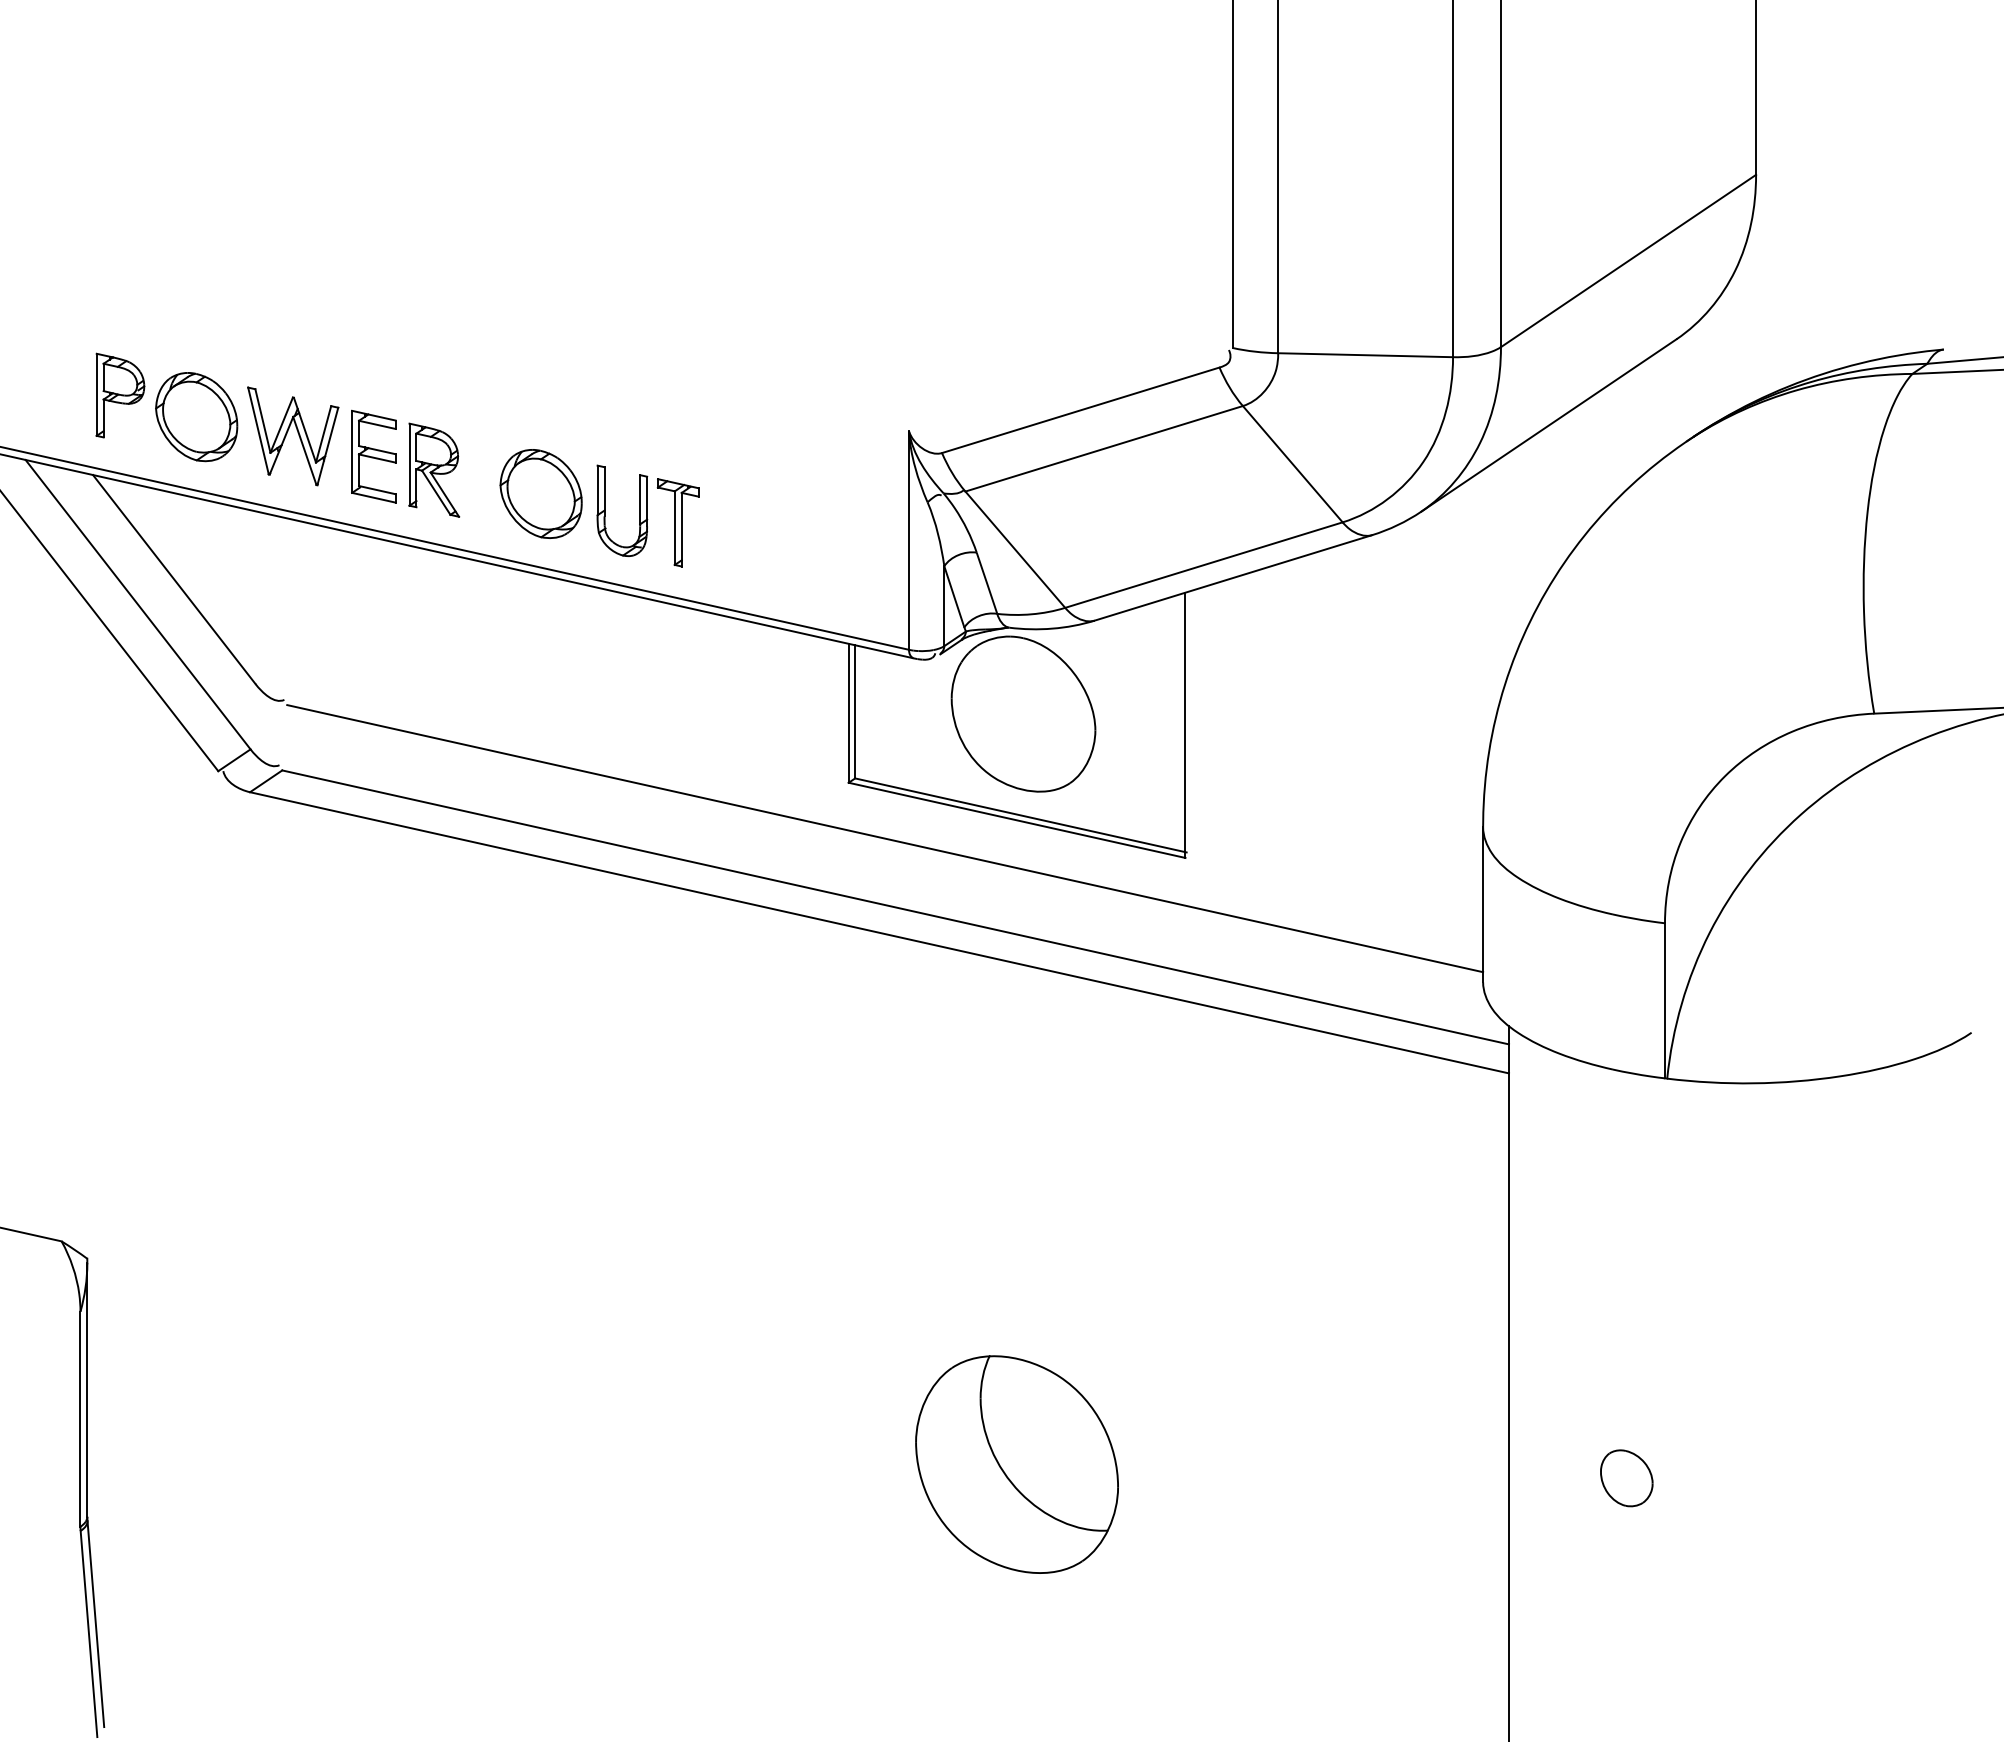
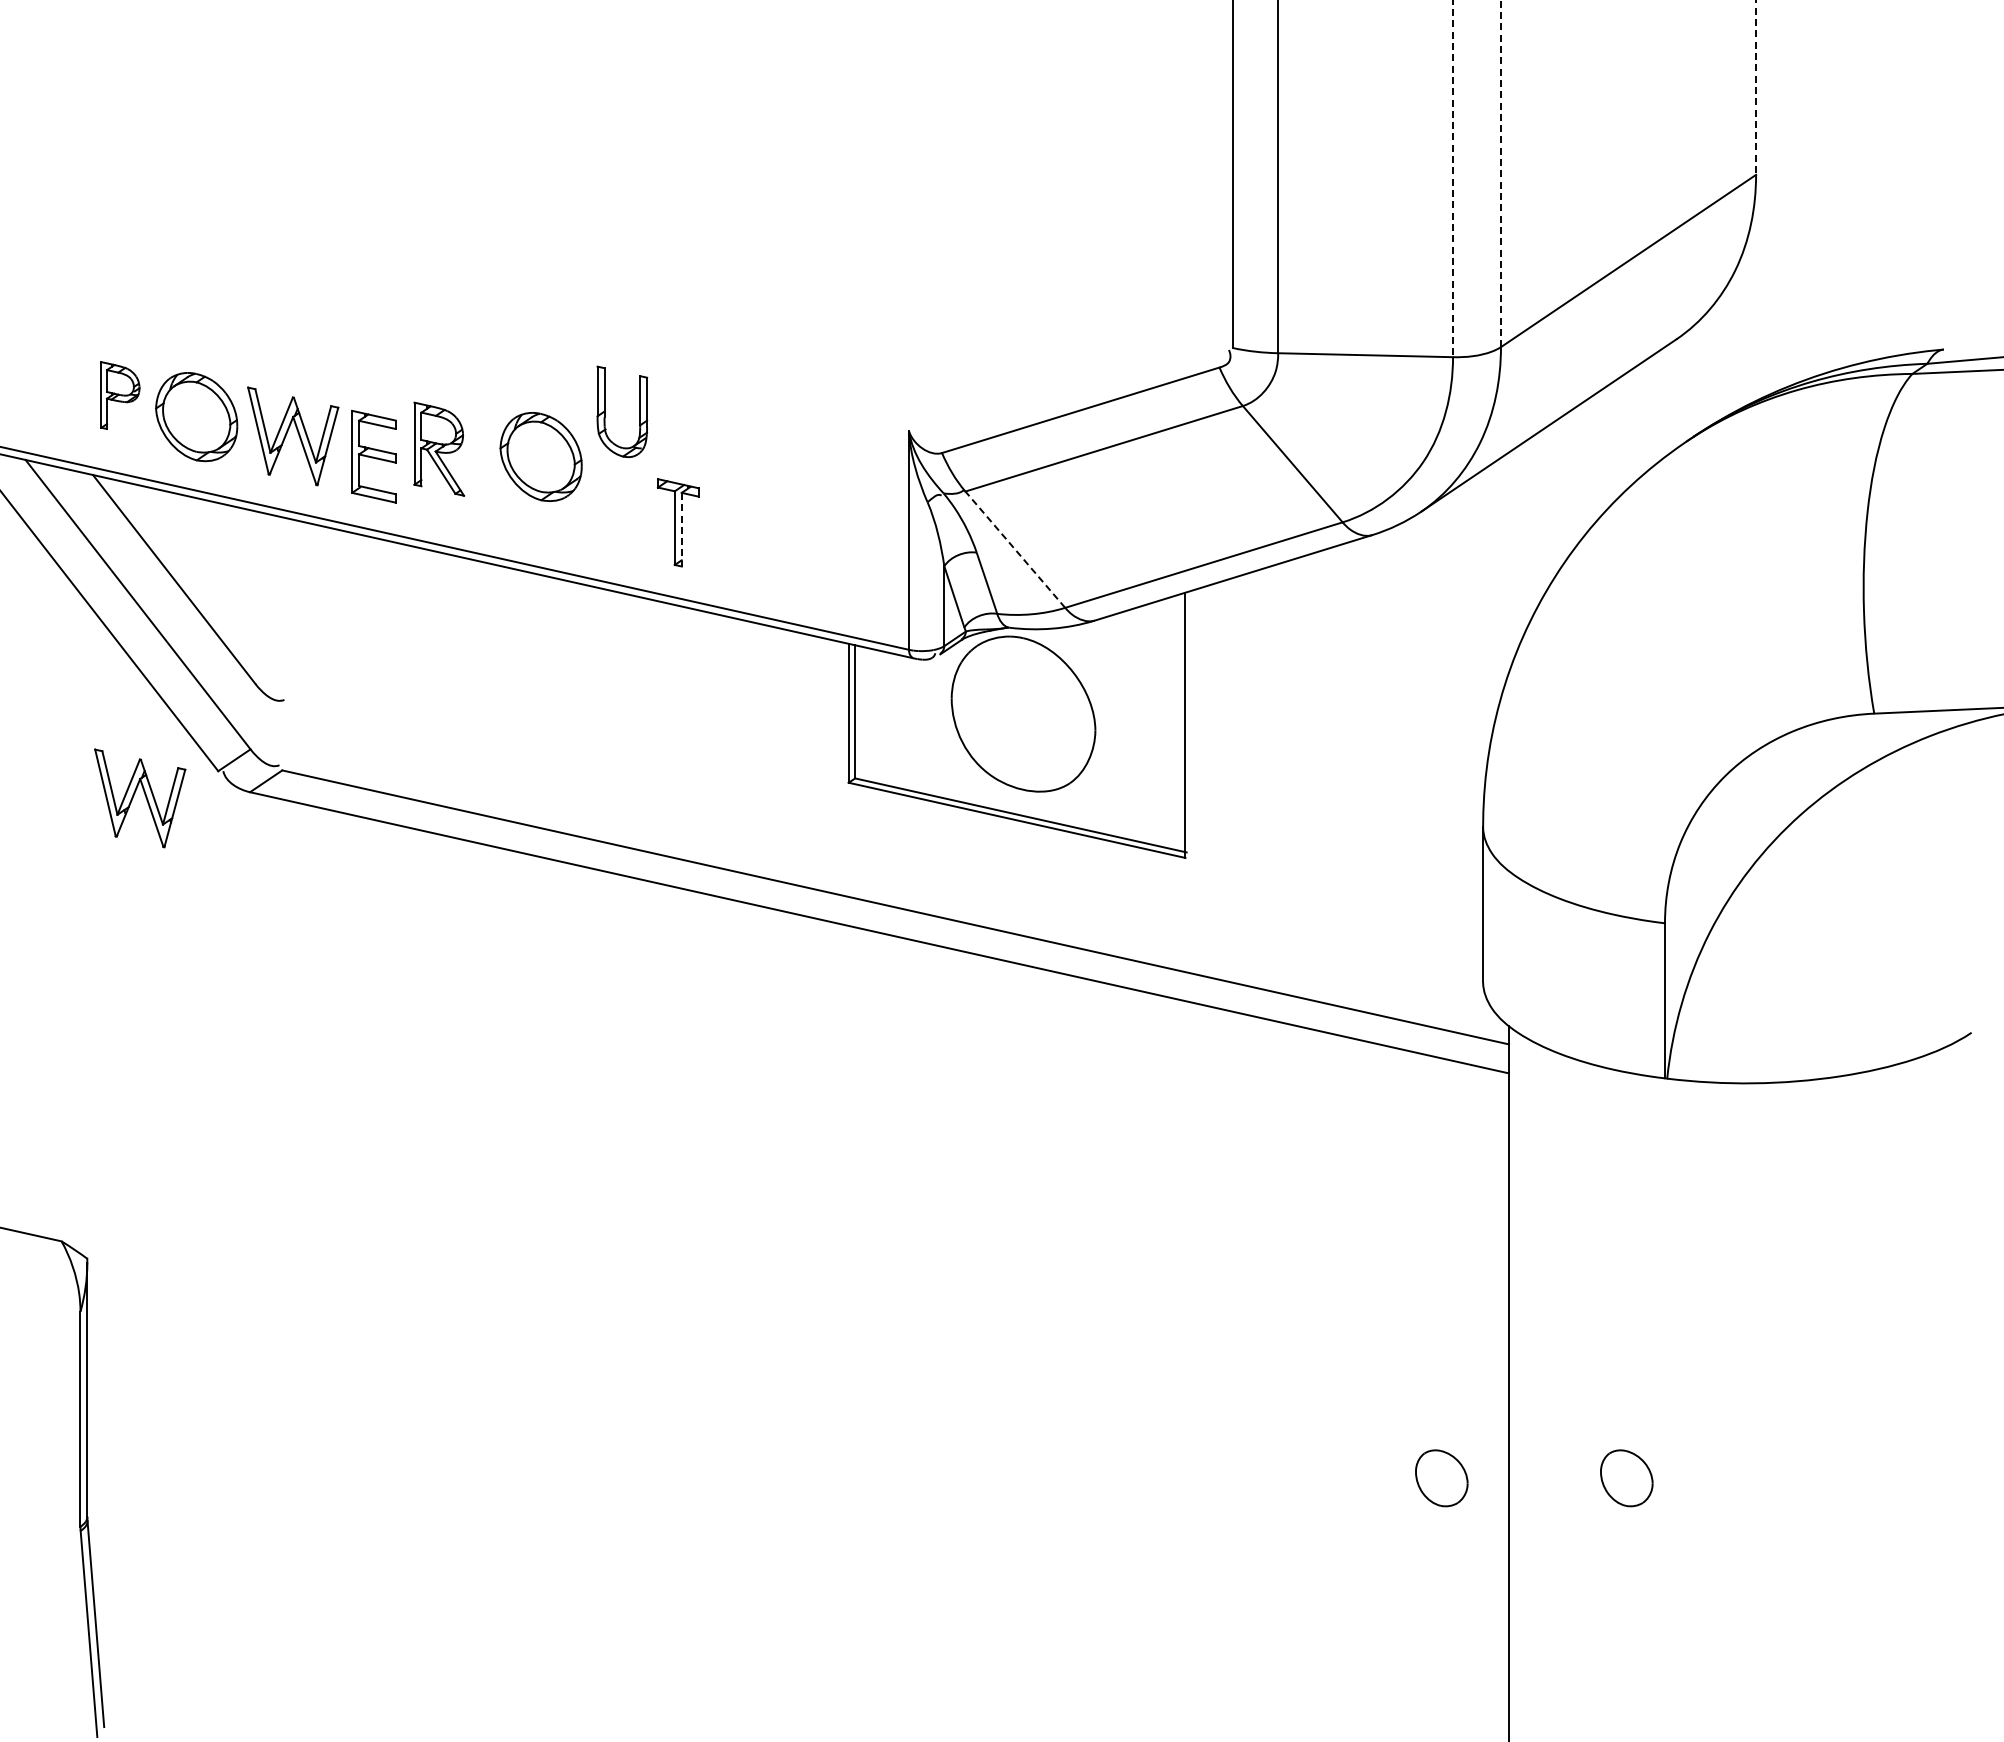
line at (1756, 88): solid -> dashed
line at (1500, 173): solid -> dashed
line at (1453, 179): solid -> dashed
part at (120, 395) size: 51x87 px -> 41x69 px
part at (434, 469) position: (434, 469) -> (439, 448)
part at (540, 493) position: (540, 493) -> (540, 456)
part at (605, 510) position: (605, 510) -> (605, 411)
line at (681, 529): solid -> dashed
line at (1015, 549): solid -> dashed
part at (140, 798): none -> present
line at (885, 838): present -> none
part at (1016, 1464): present -> none
part at (1441, 1478): none -> present
